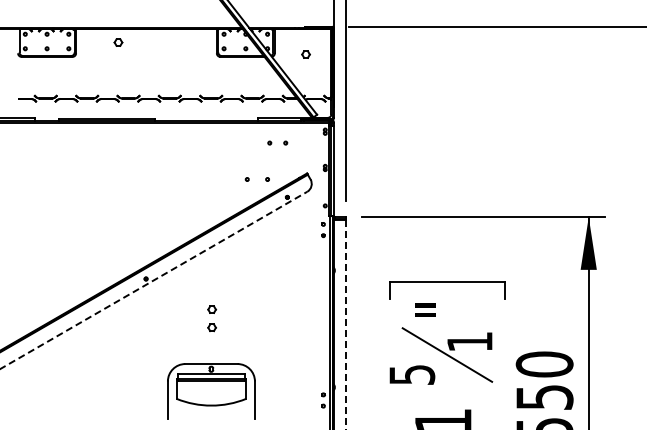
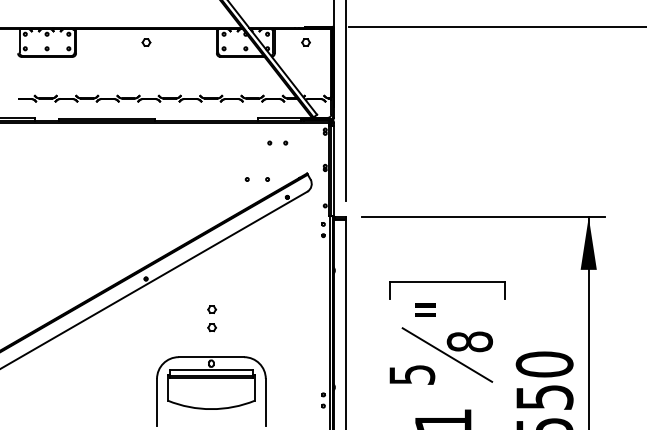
part at (118, 42) position: (118, 42) -> (146, 42)
part at (305, 54) position: (305, 54) -> (305, 42)
line at (154, 280): dashed -> solid
line at (345, 324): dashed -> solid
text at (469, 341): 1 -> 8
part at (211, 391) size: 89x57 px -> 111x71 px
